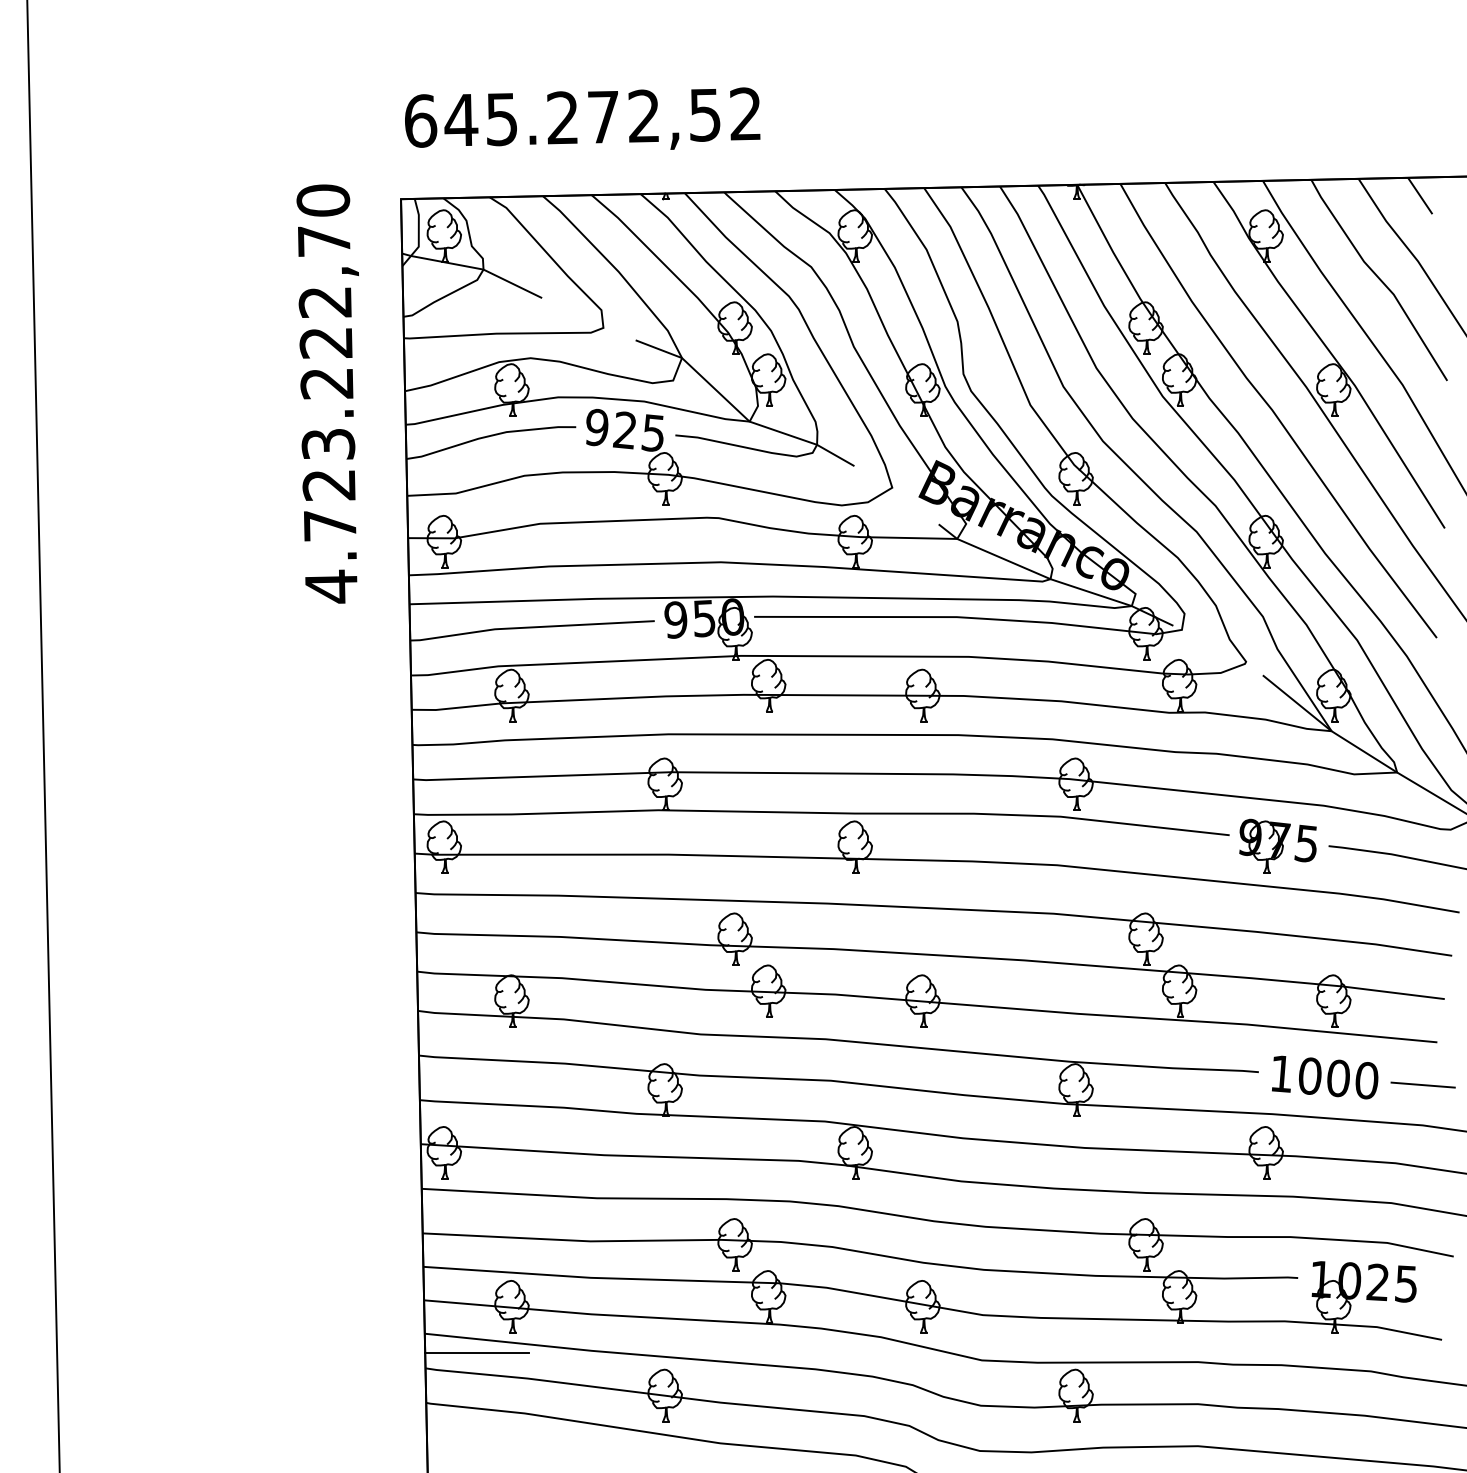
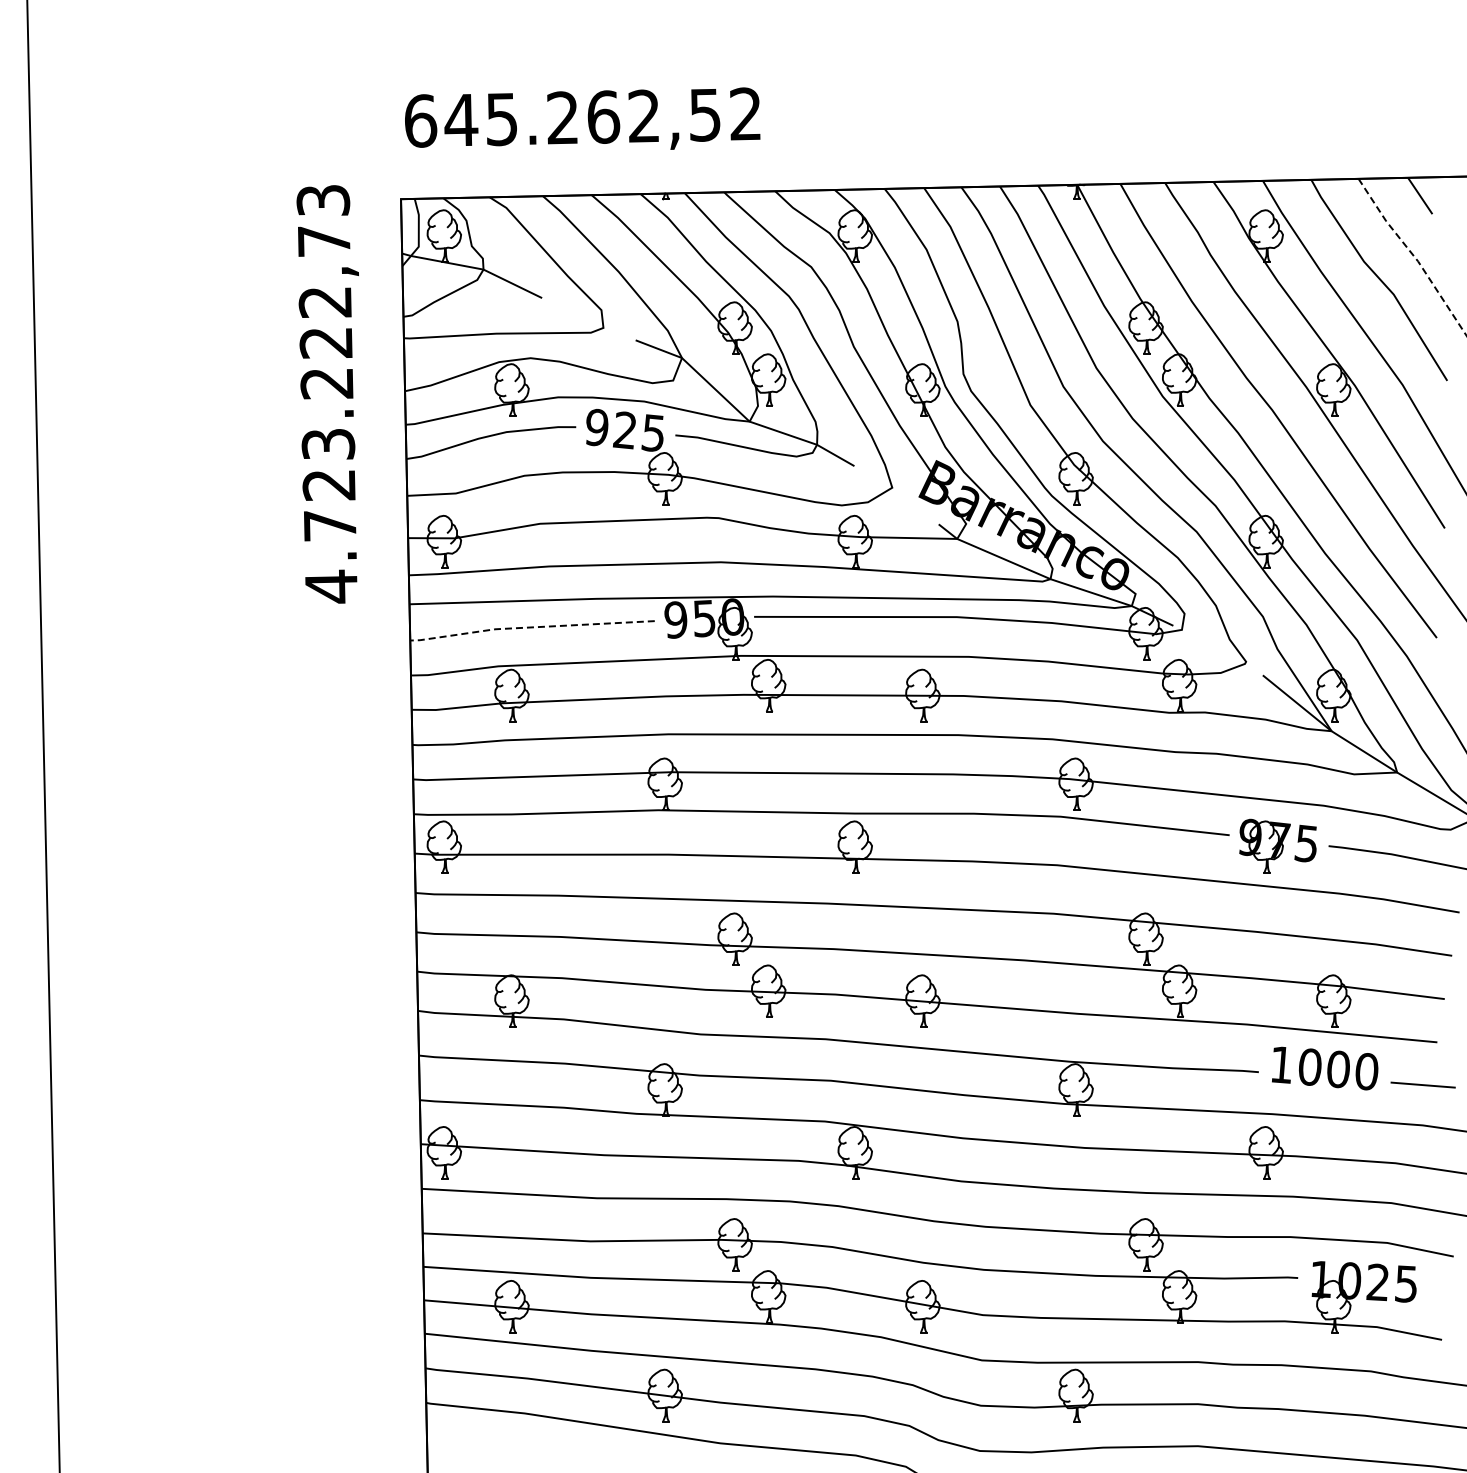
text at (603, 116): 645.272,52 -> 645.262,52
text at (323, 200): 4.723.222,70 -> 4.723.222,73
line at (1413, 256): solid -> dashed
line at (530, 627): solid -> dashed
text at (1325, 1077) position: (1325, 1077) -> (1325, 1068)
line at (476, 1352): present -> none
